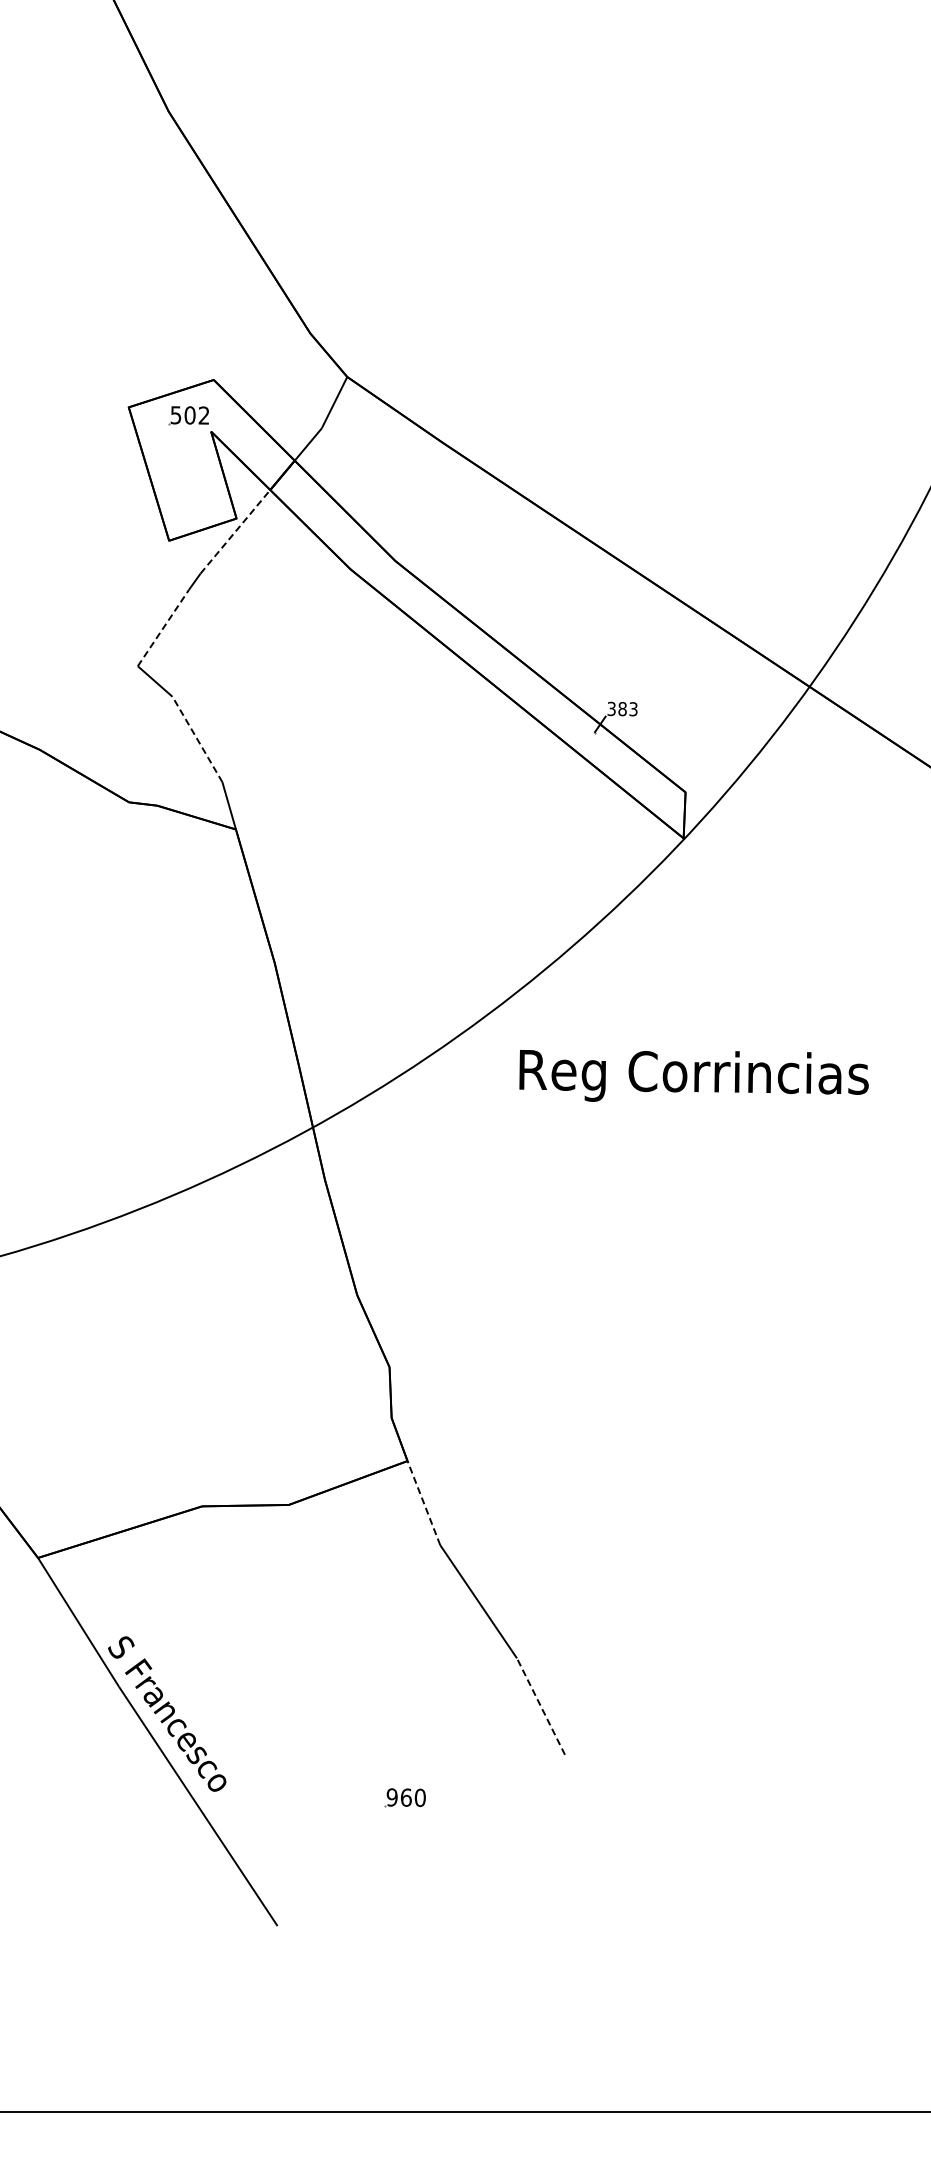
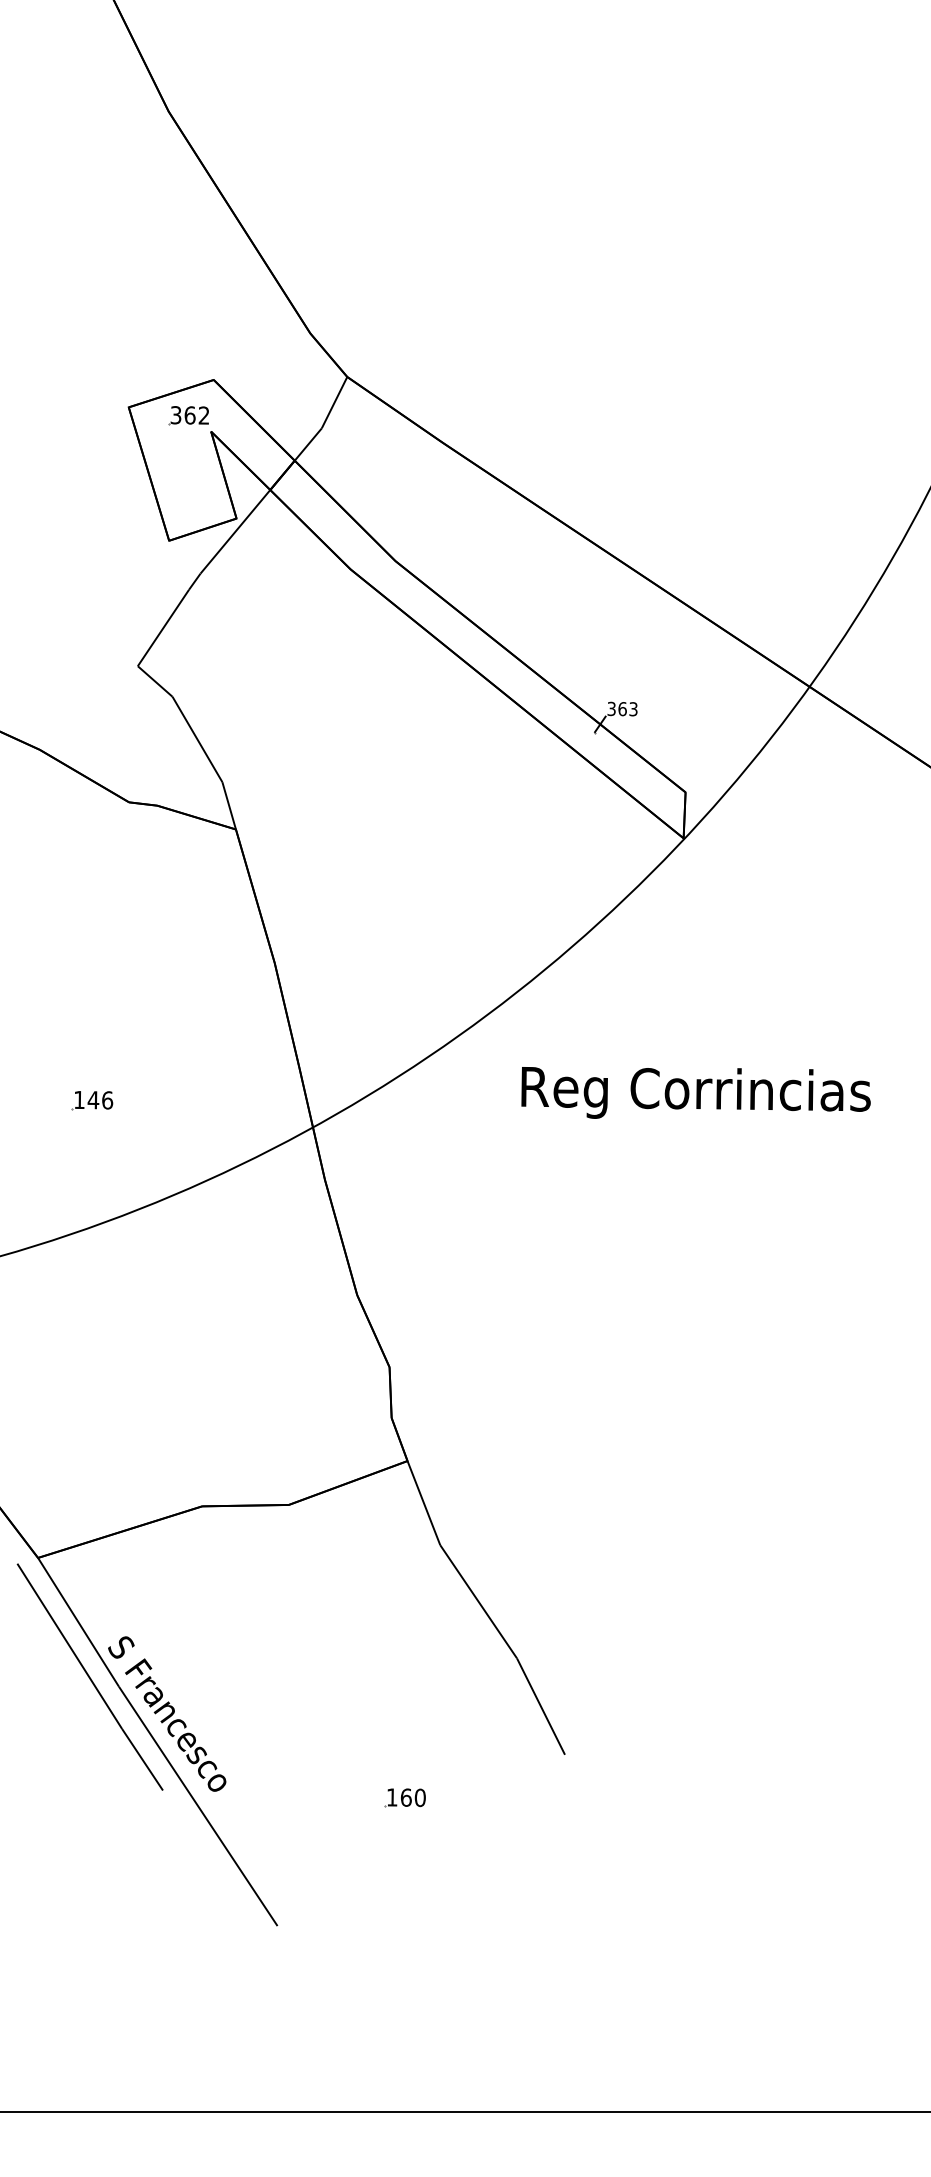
text at (183, 415): 502 -> 362
line at (235, 531): dashed -> solid
line at (163, 627): dashed -> solid
text at (622, 709): 383 -> 363
line at (197, 739): dashed -> solid
text at (693, 1075) position: (693, 1075) -> (695, 1092)
part at (92, 1100): none -> present
line at (423, 1502): dashed -> solid
part at (89, 1676): none -> present
line at (541, 1706): dashed -> solid
text at (391, 1797): 960 -> 160
